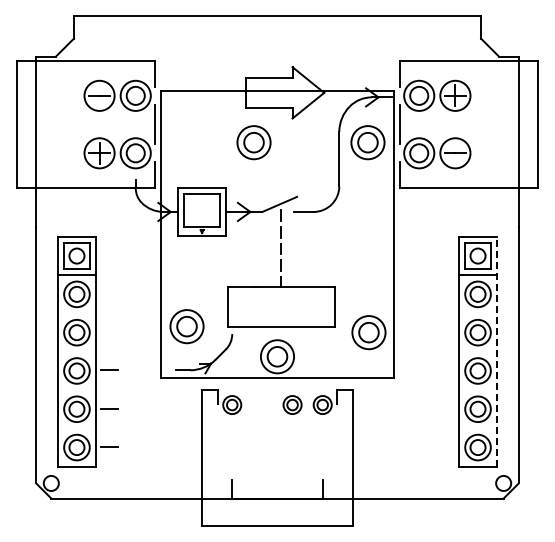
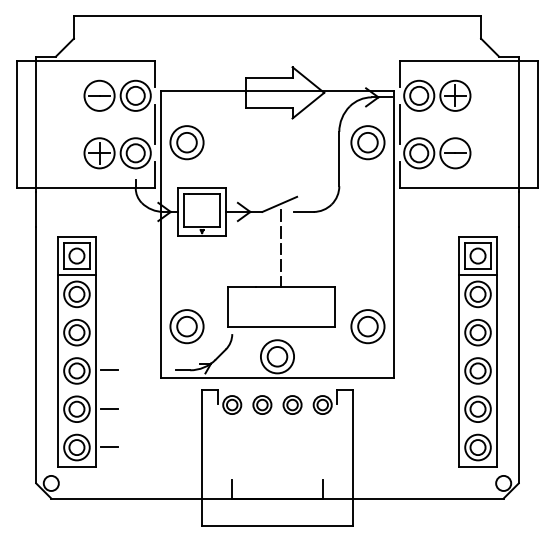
part at (253, 142) position: (253, 142) -> (186, 142)
part at (368, 332) position: (368, 332) -> (367, 326)
line at (497, 351): dashed -> solid
part at (262, 404): none -> present
